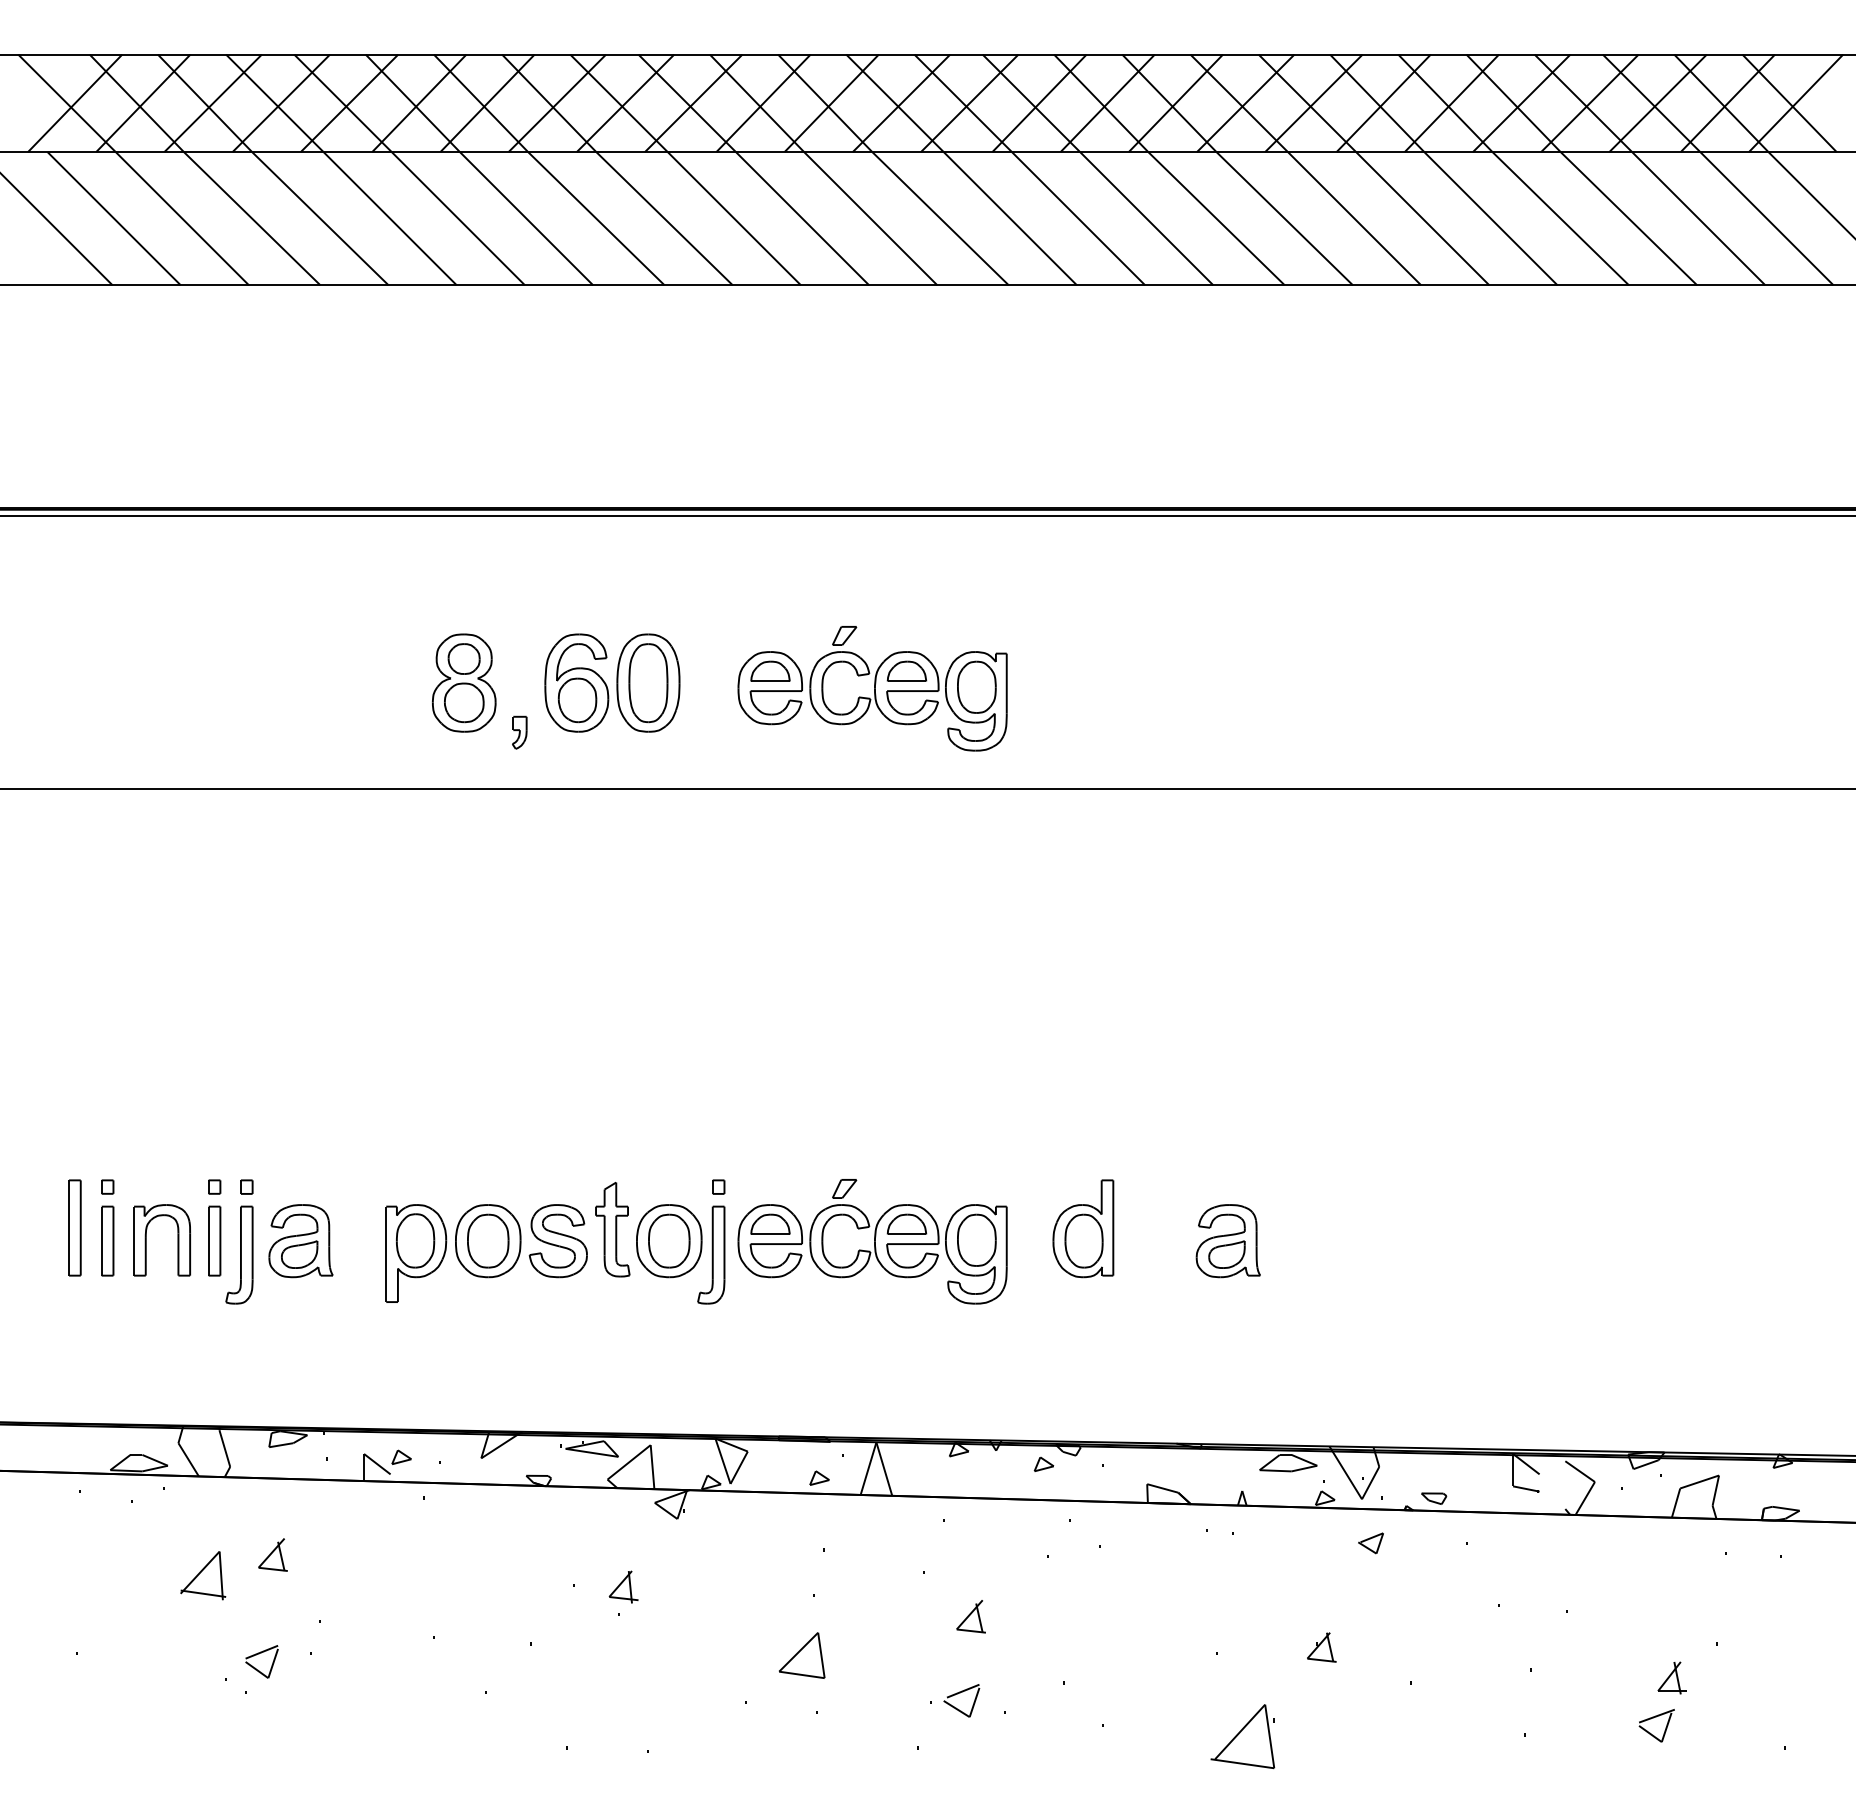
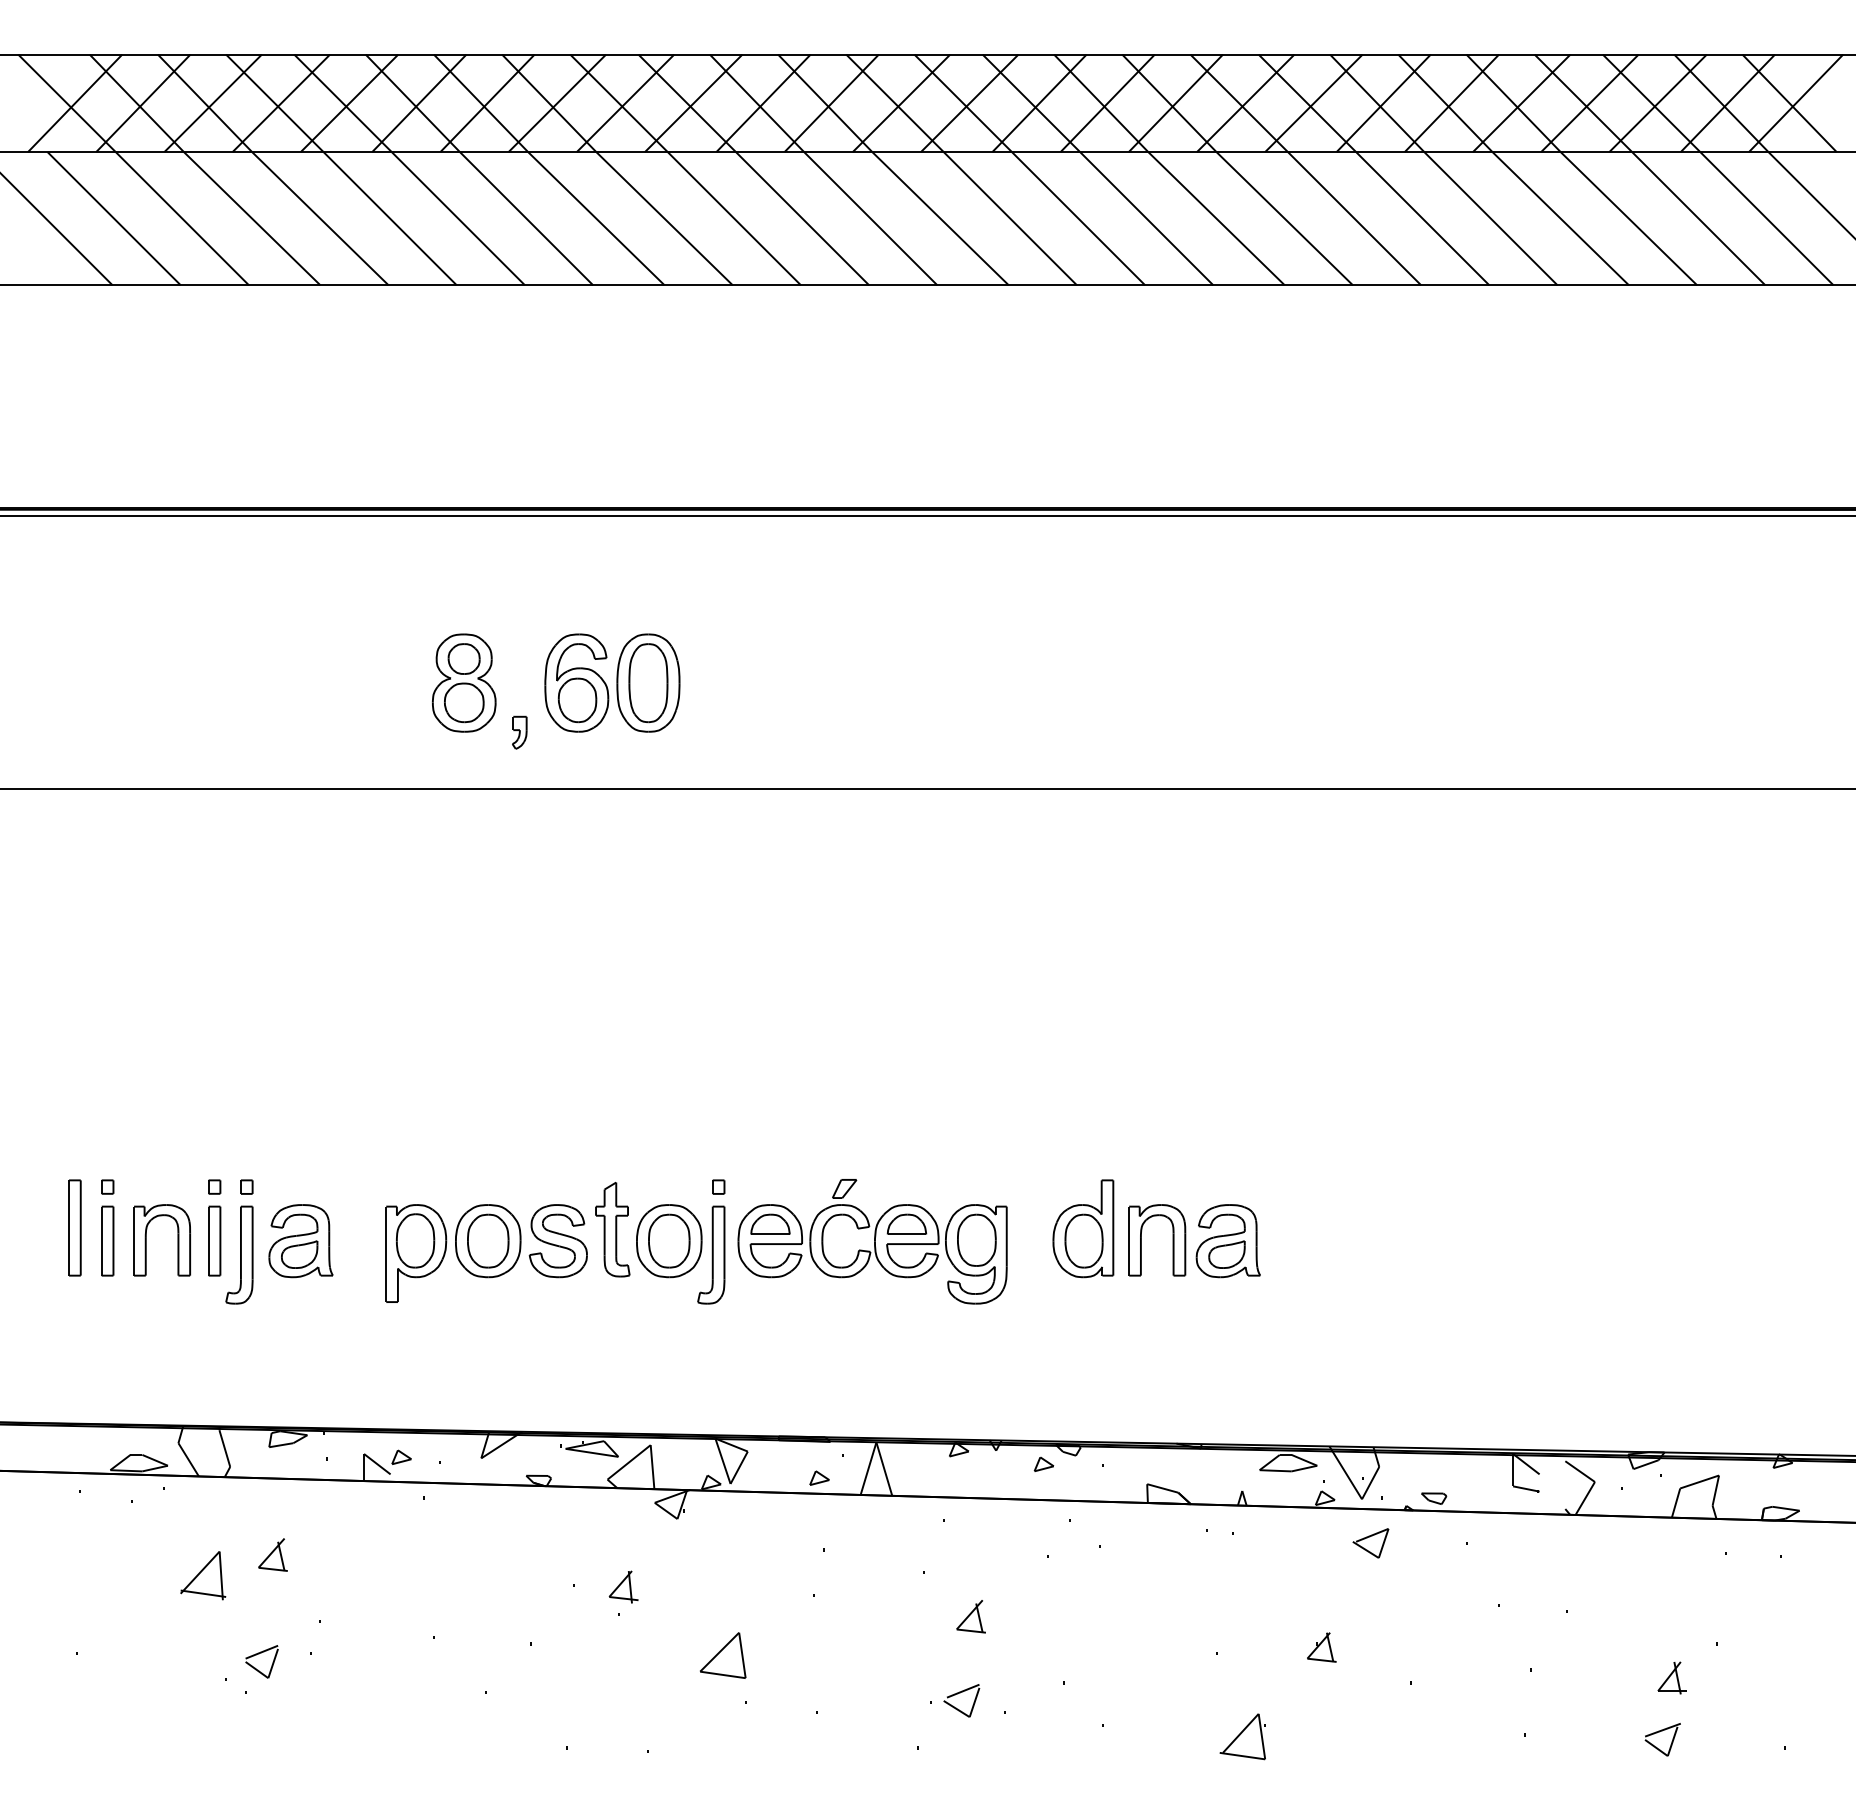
part at (872, 688): present -> none
part at (1172, 1240): none -> present
part at (1370, 1543) size: 26x23 px -> 38x31 px
part at (802, 1655) position: (802, 1655) -> (723, 1655)
part at (1653, 1718) position: (1653, 1718) -> (1659, 1732)
part at (1242, 1736) size: 66x66 px -> 47x48 px
